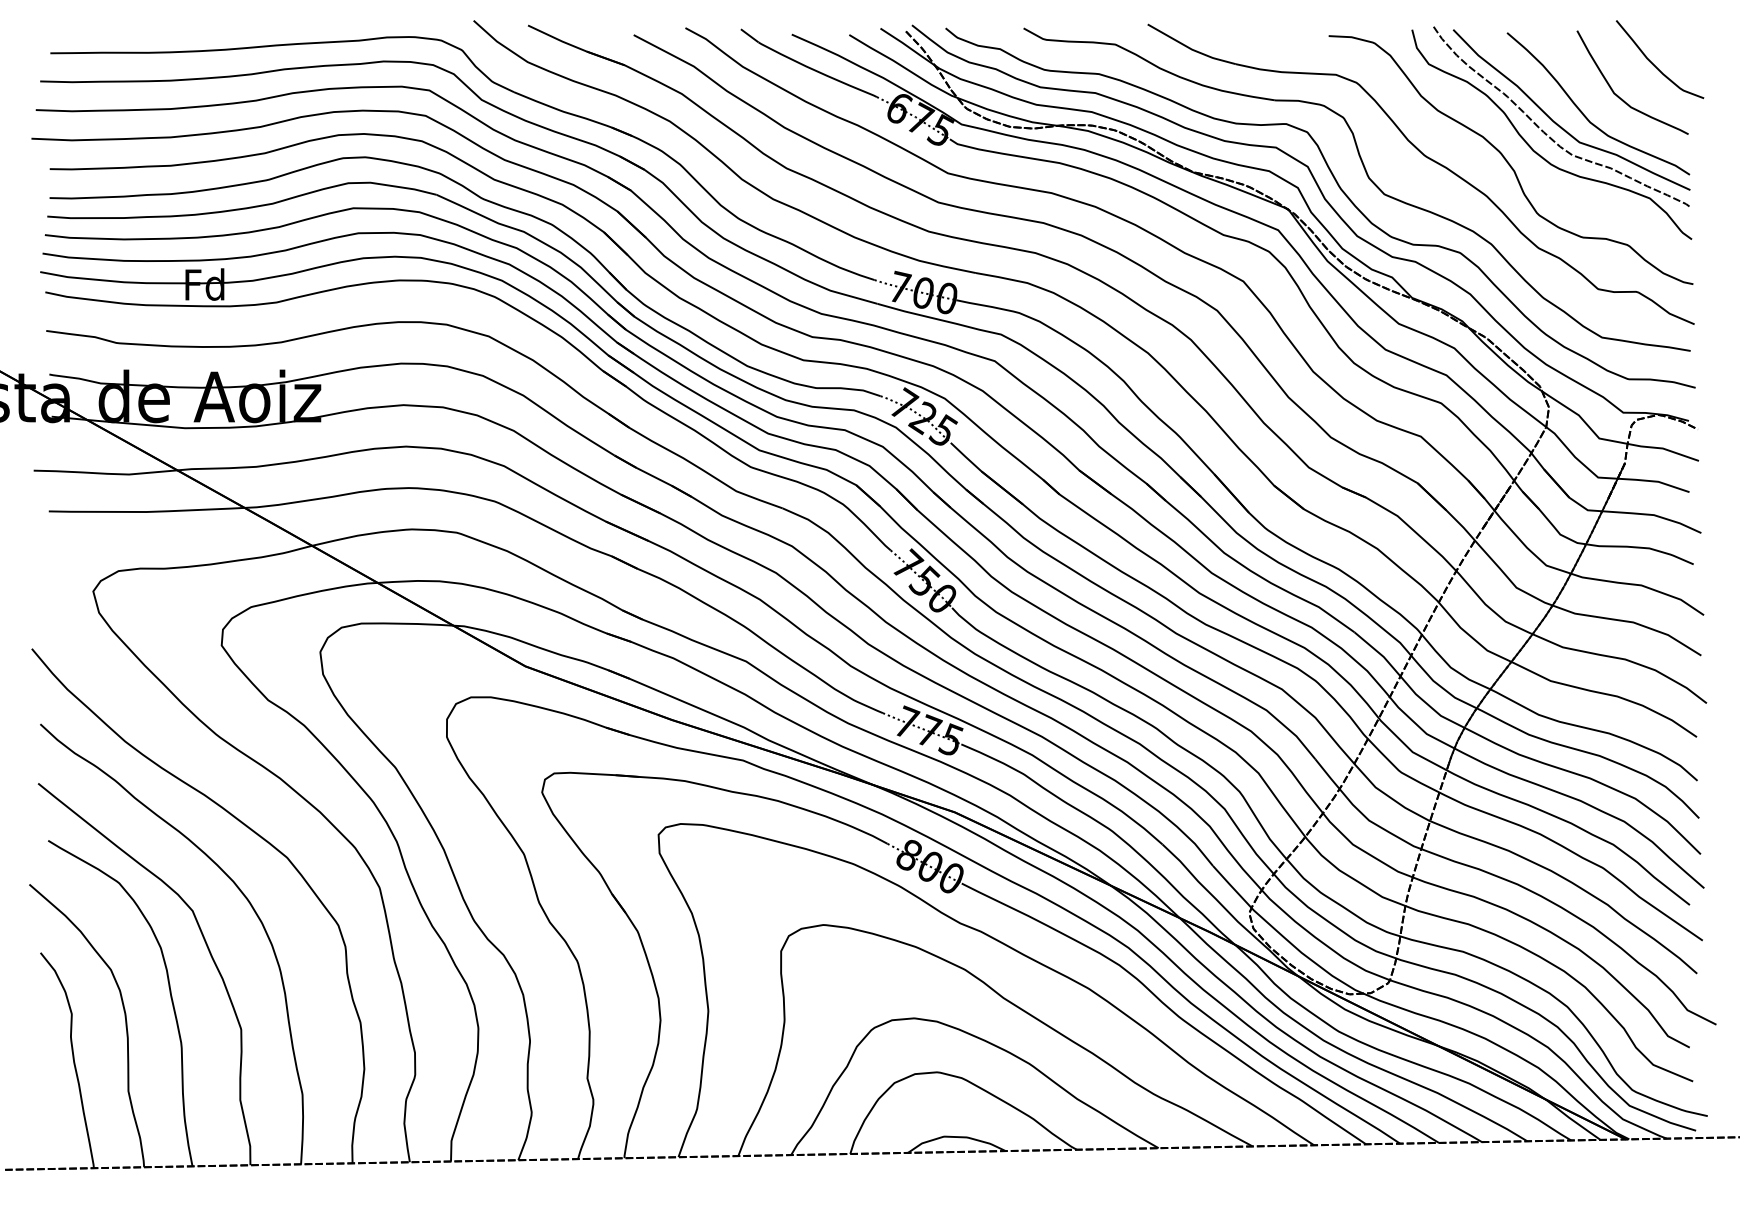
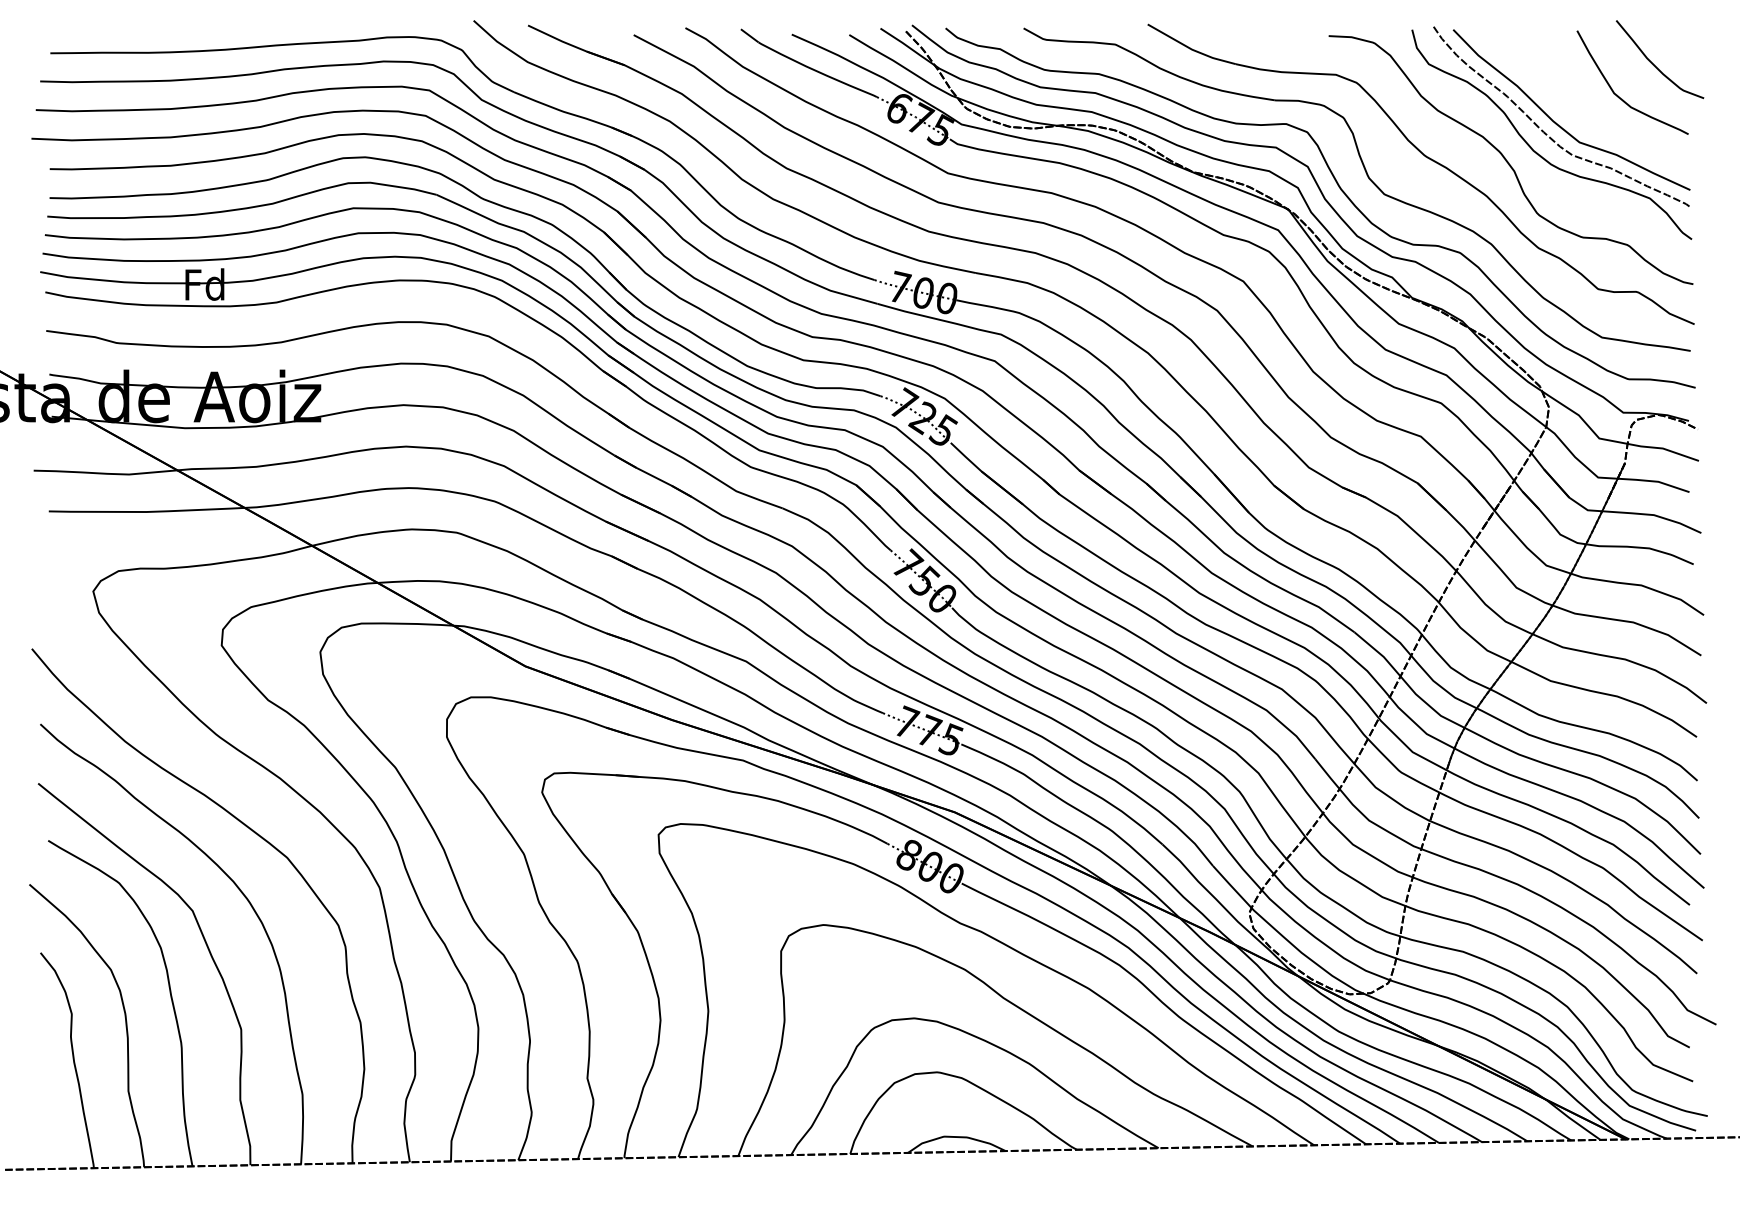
curve at (1585, 115): present -> none
